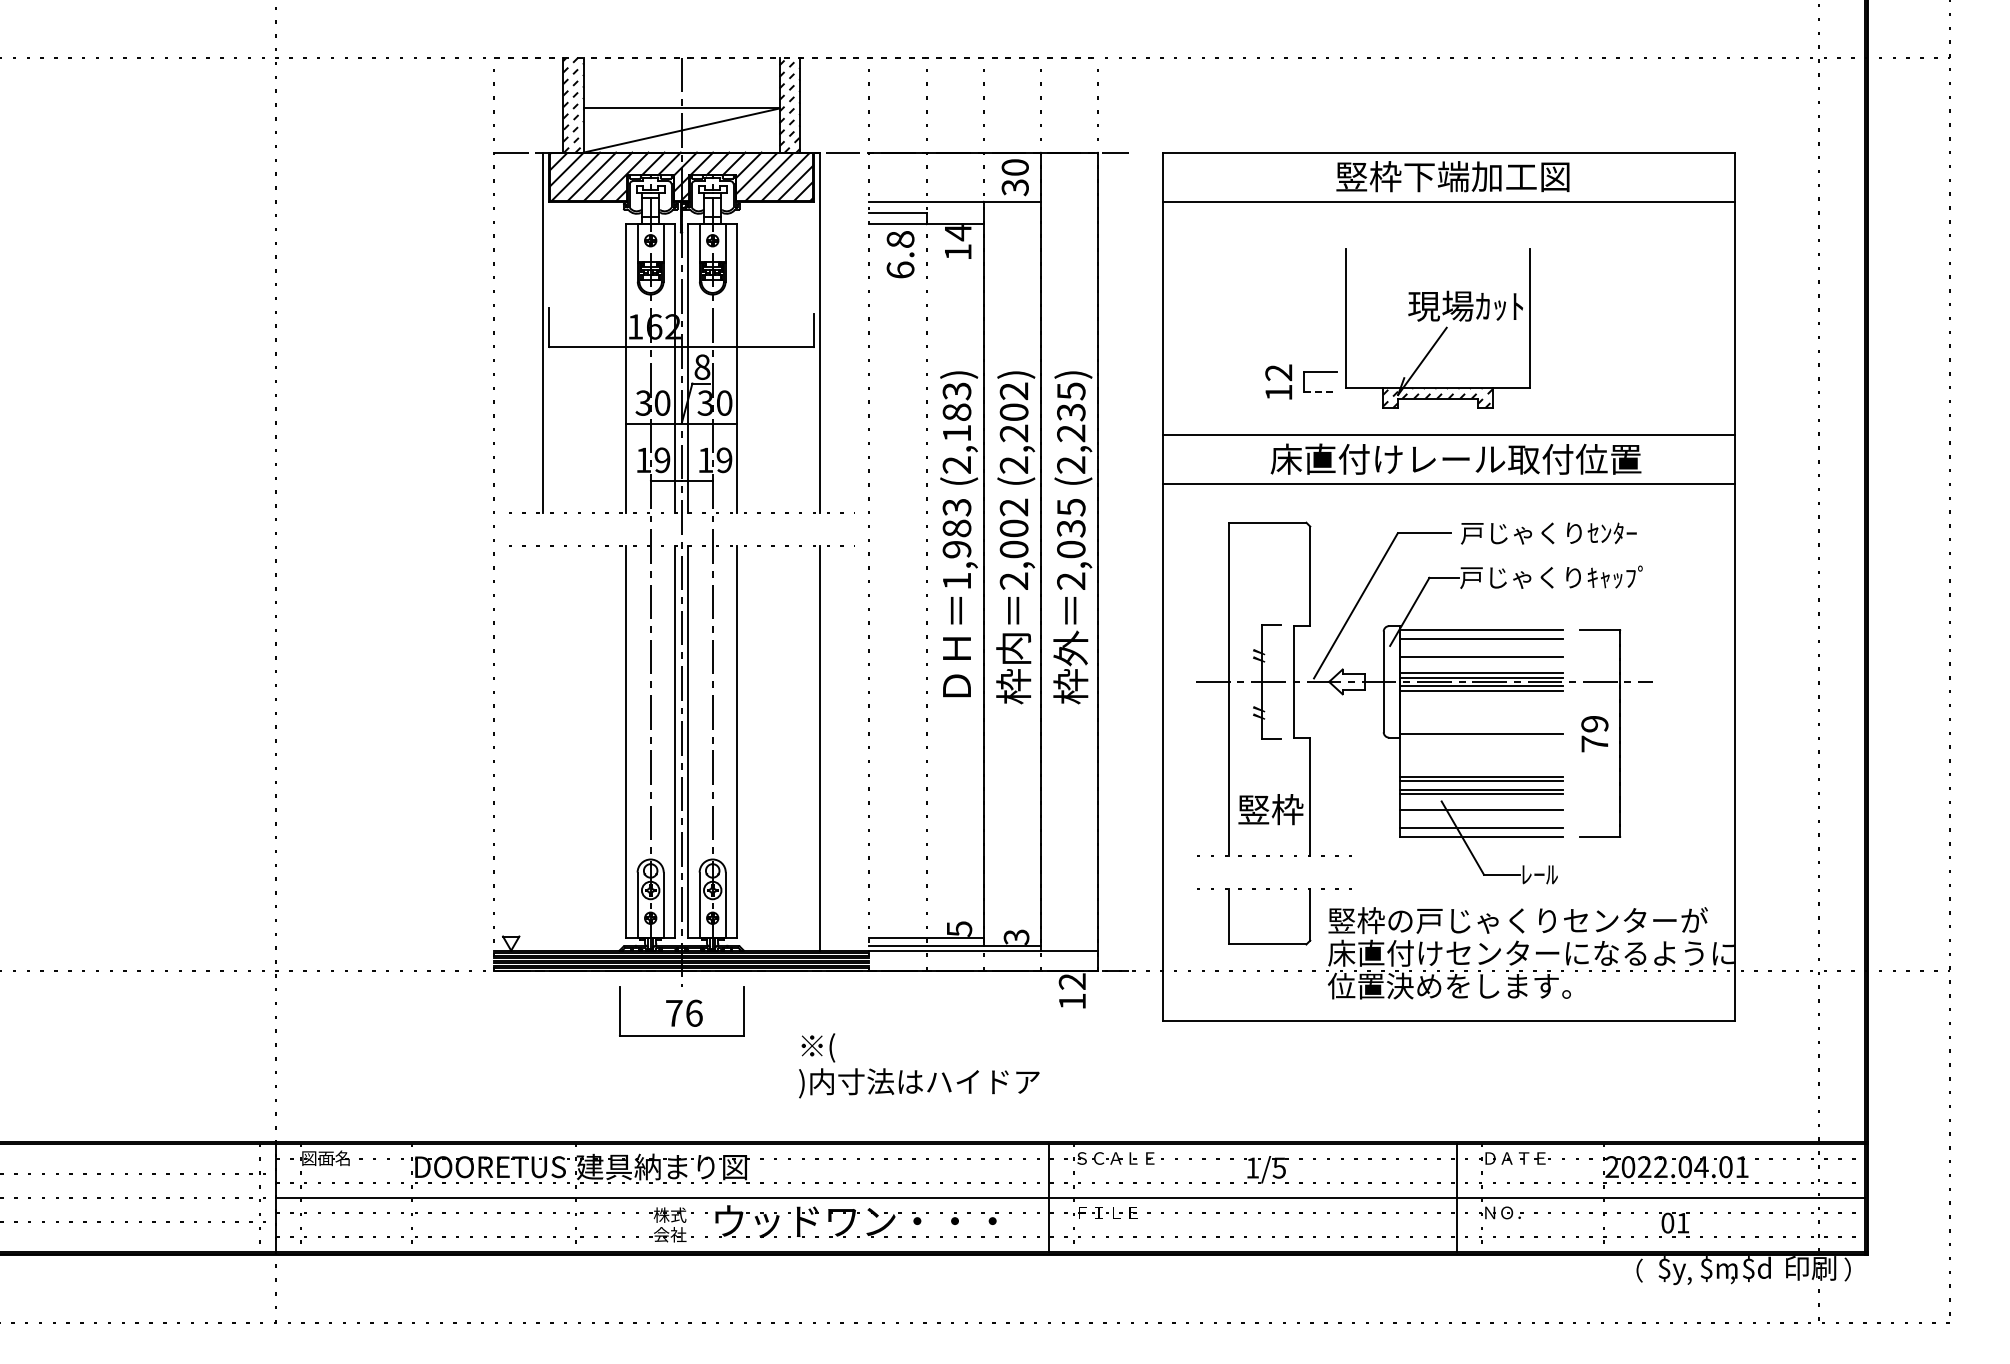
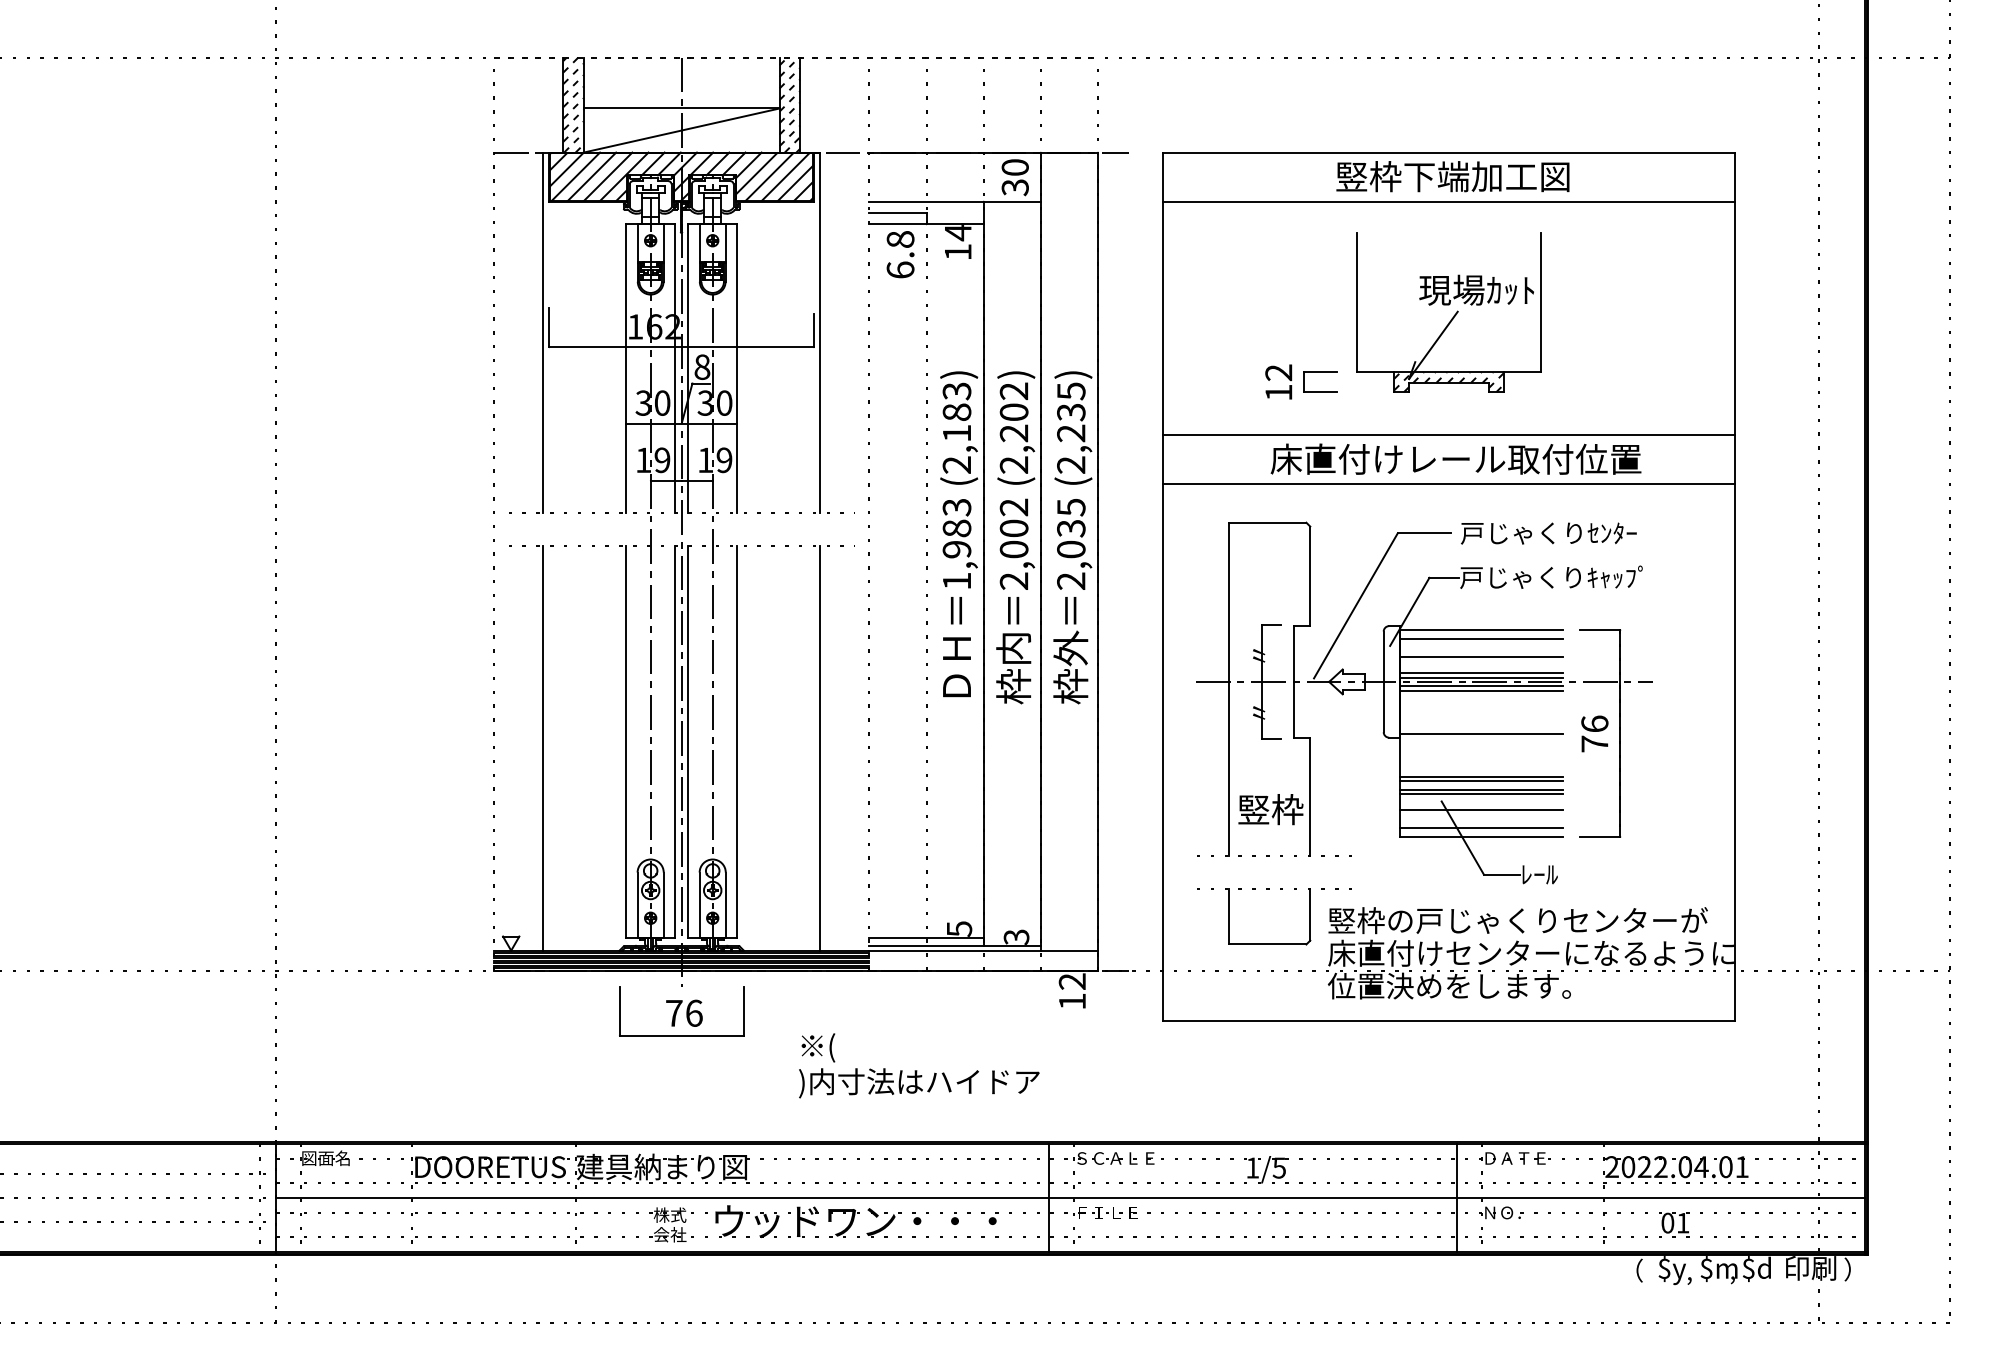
part at (1437, 328) position: (1437, 328) -> (1448, 312)
line at (1321, 392): dashed -> solid
text at (1594, 723): 79 -> 76
line at (542, 748): none -> present
